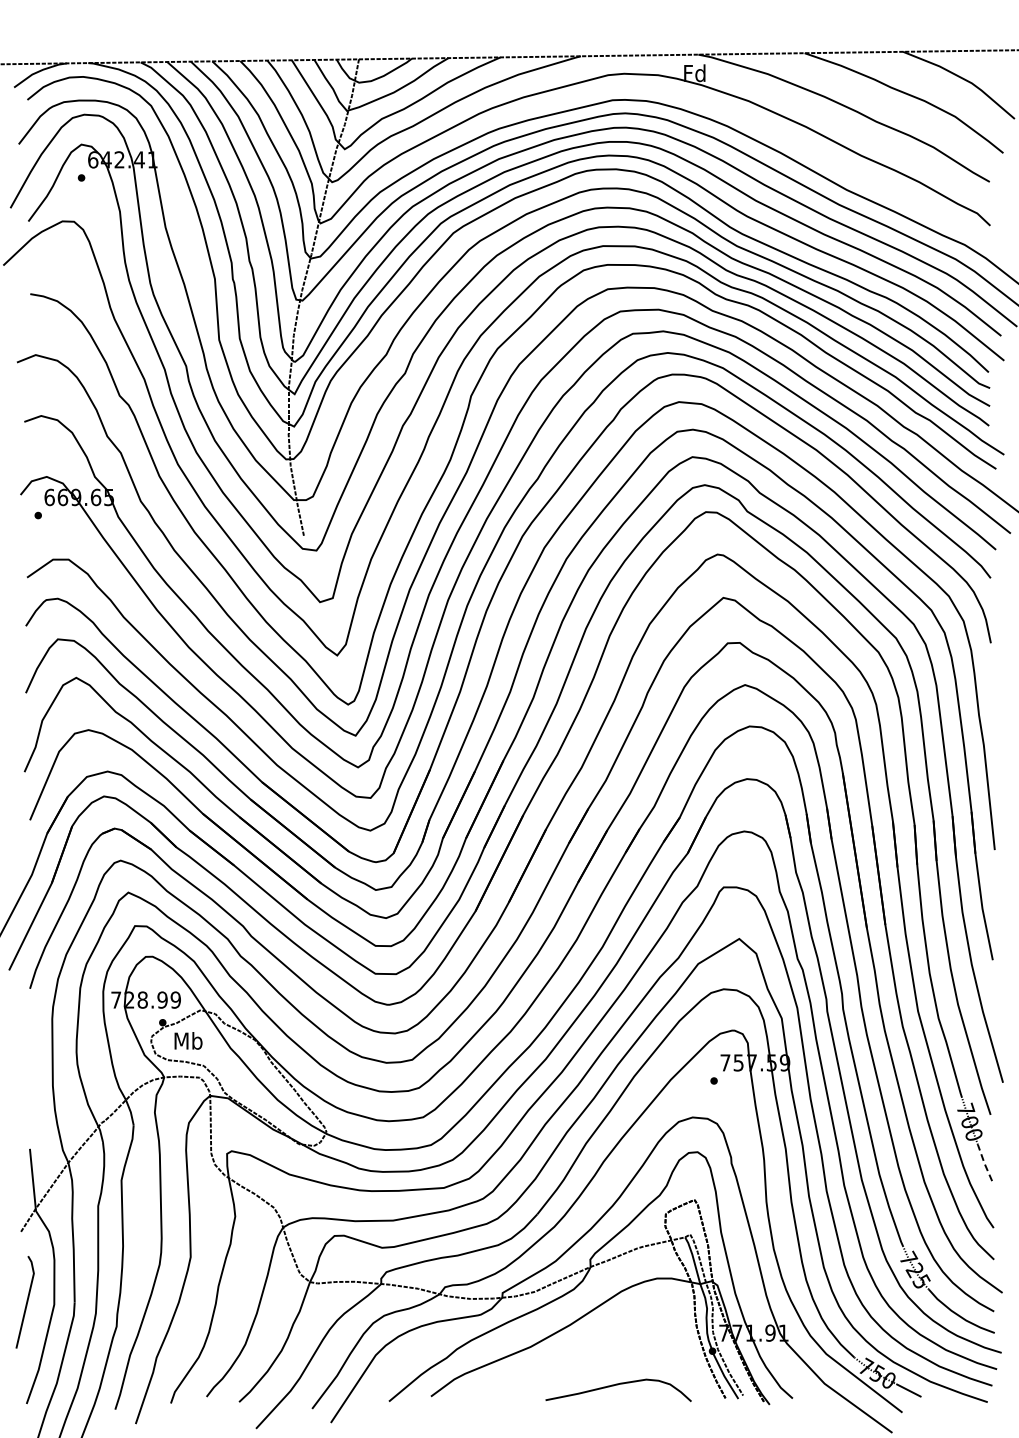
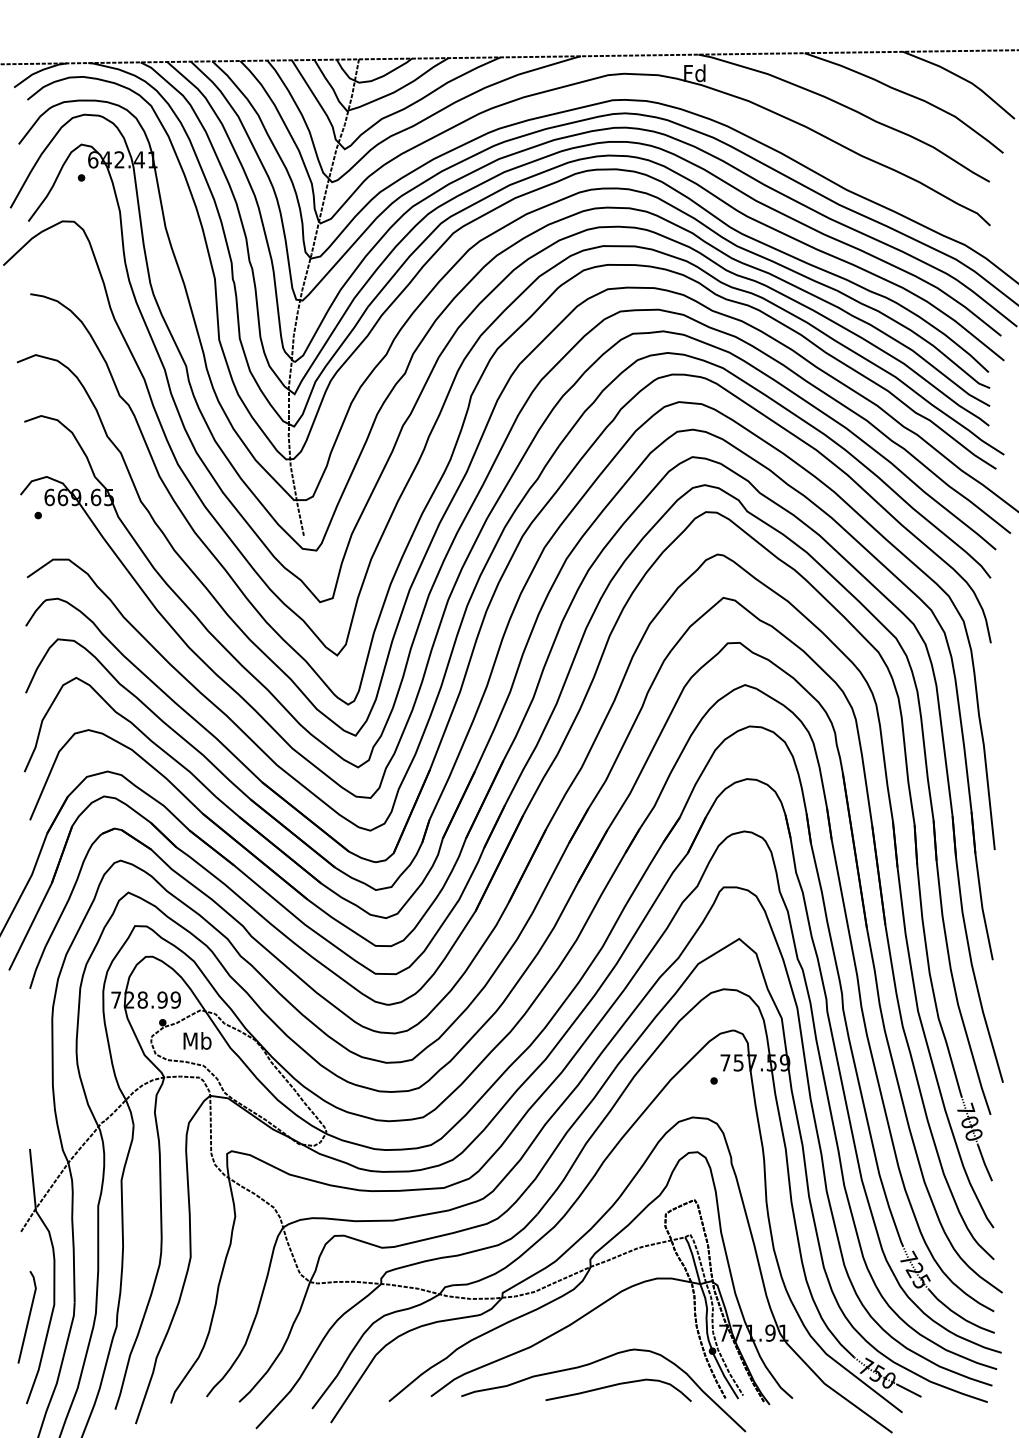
text at (188, 1040) position: (188, 1040) -> (197, 1040)
line at (984, 1163): dashed -> solid
line at (26, 1302) position: (26, 1302) -> (28, 1317)
curve at (594, 1363): none -> present
